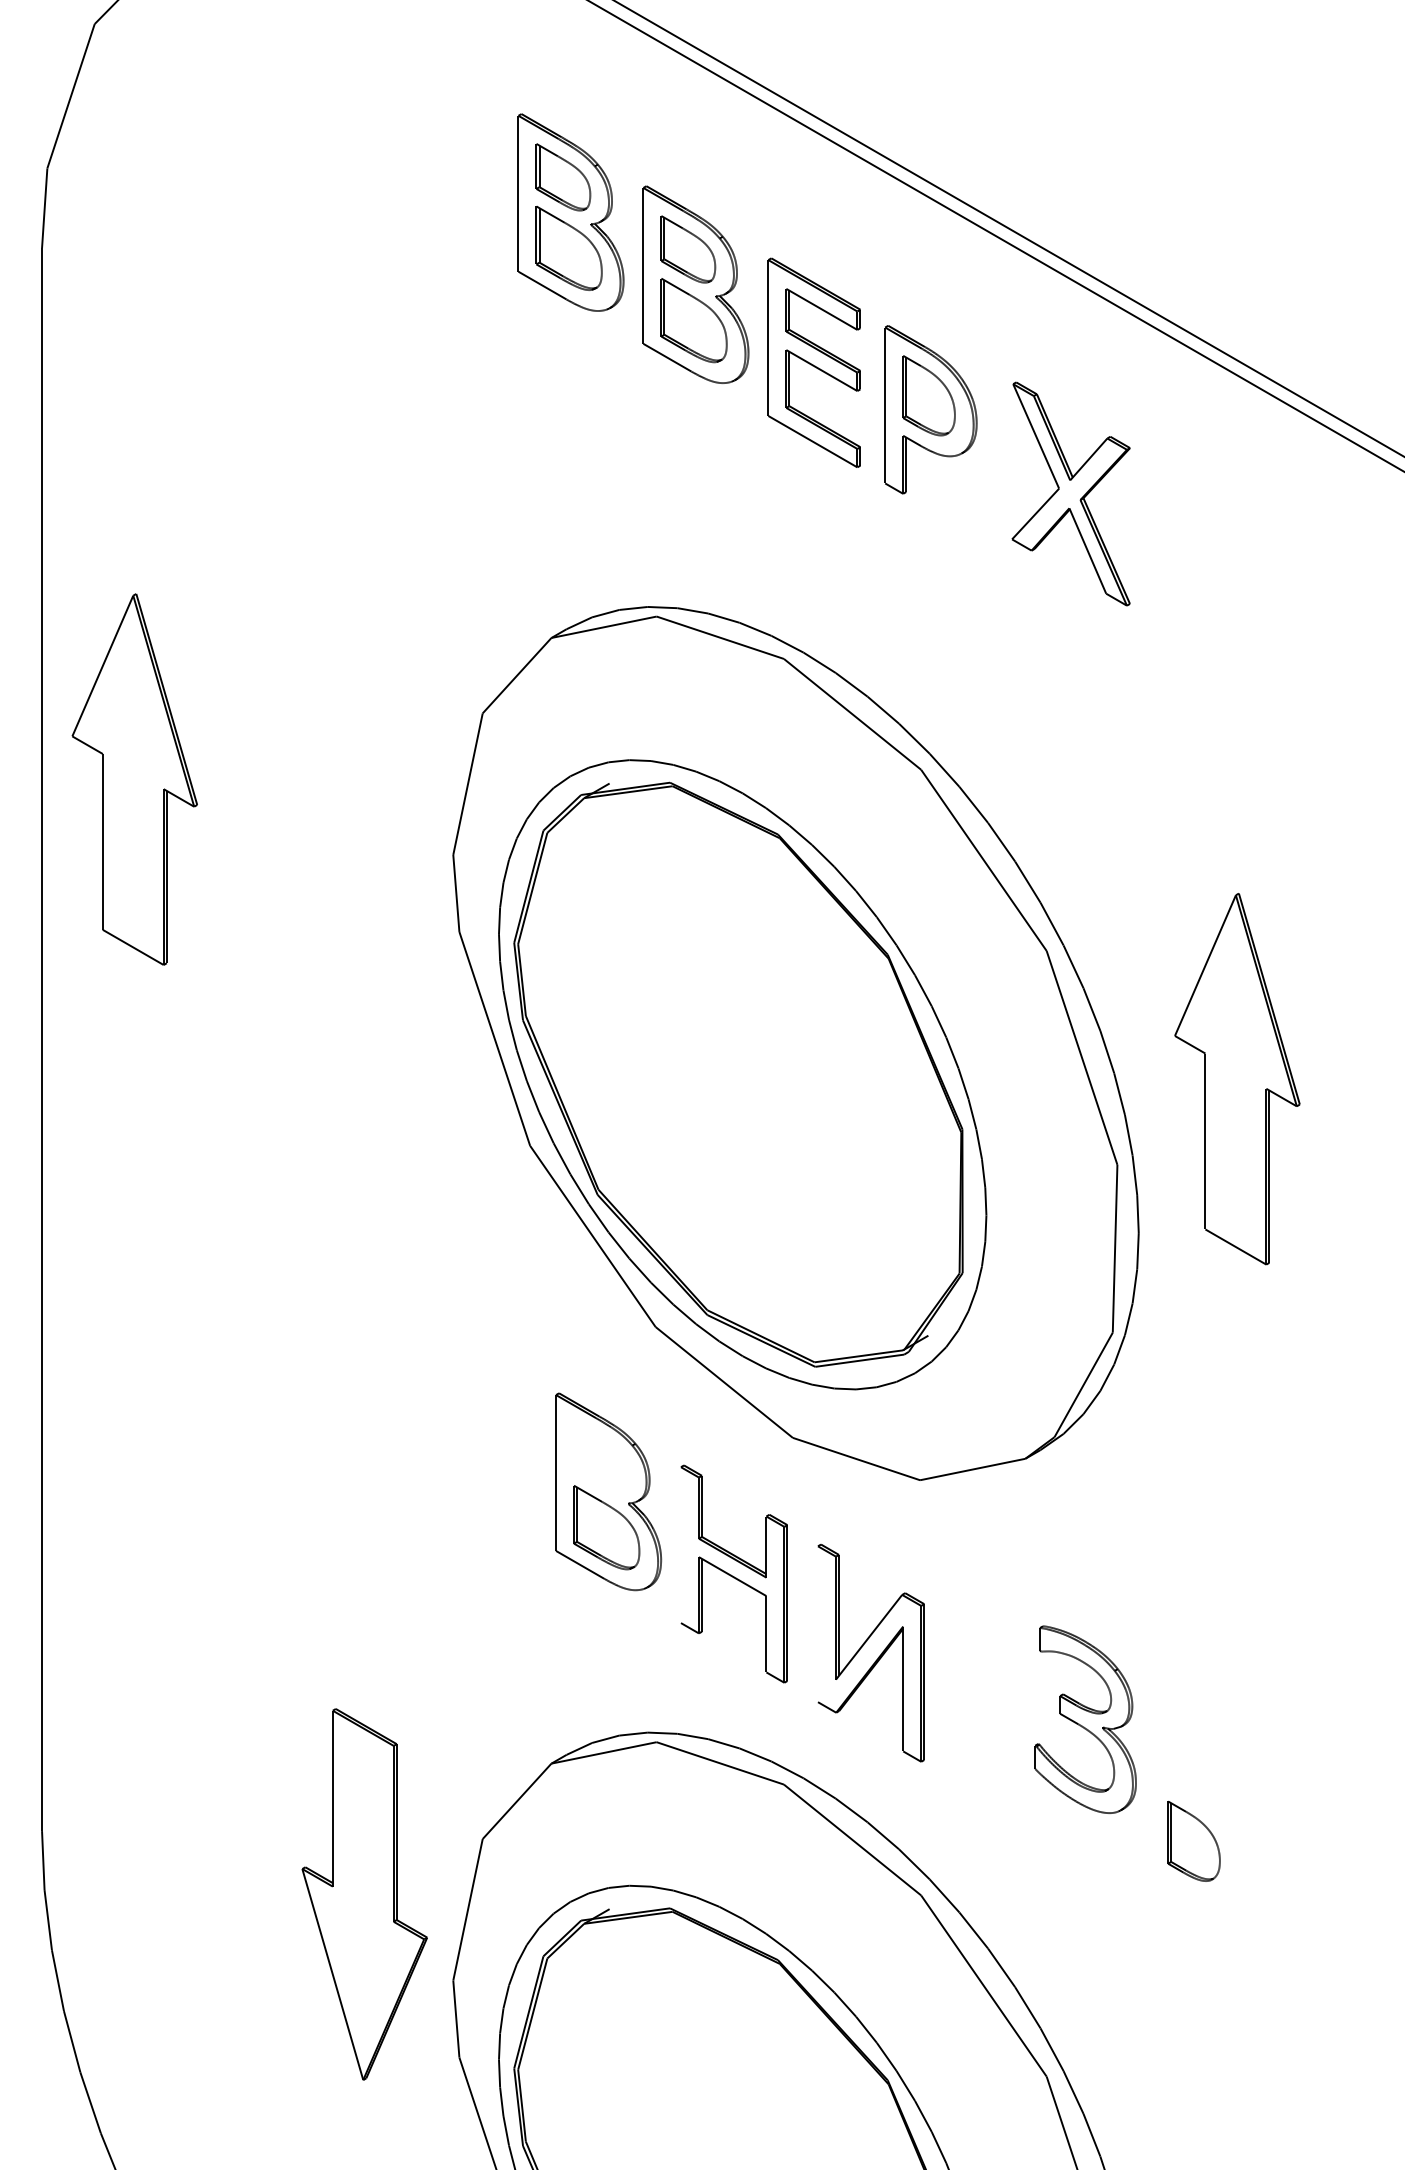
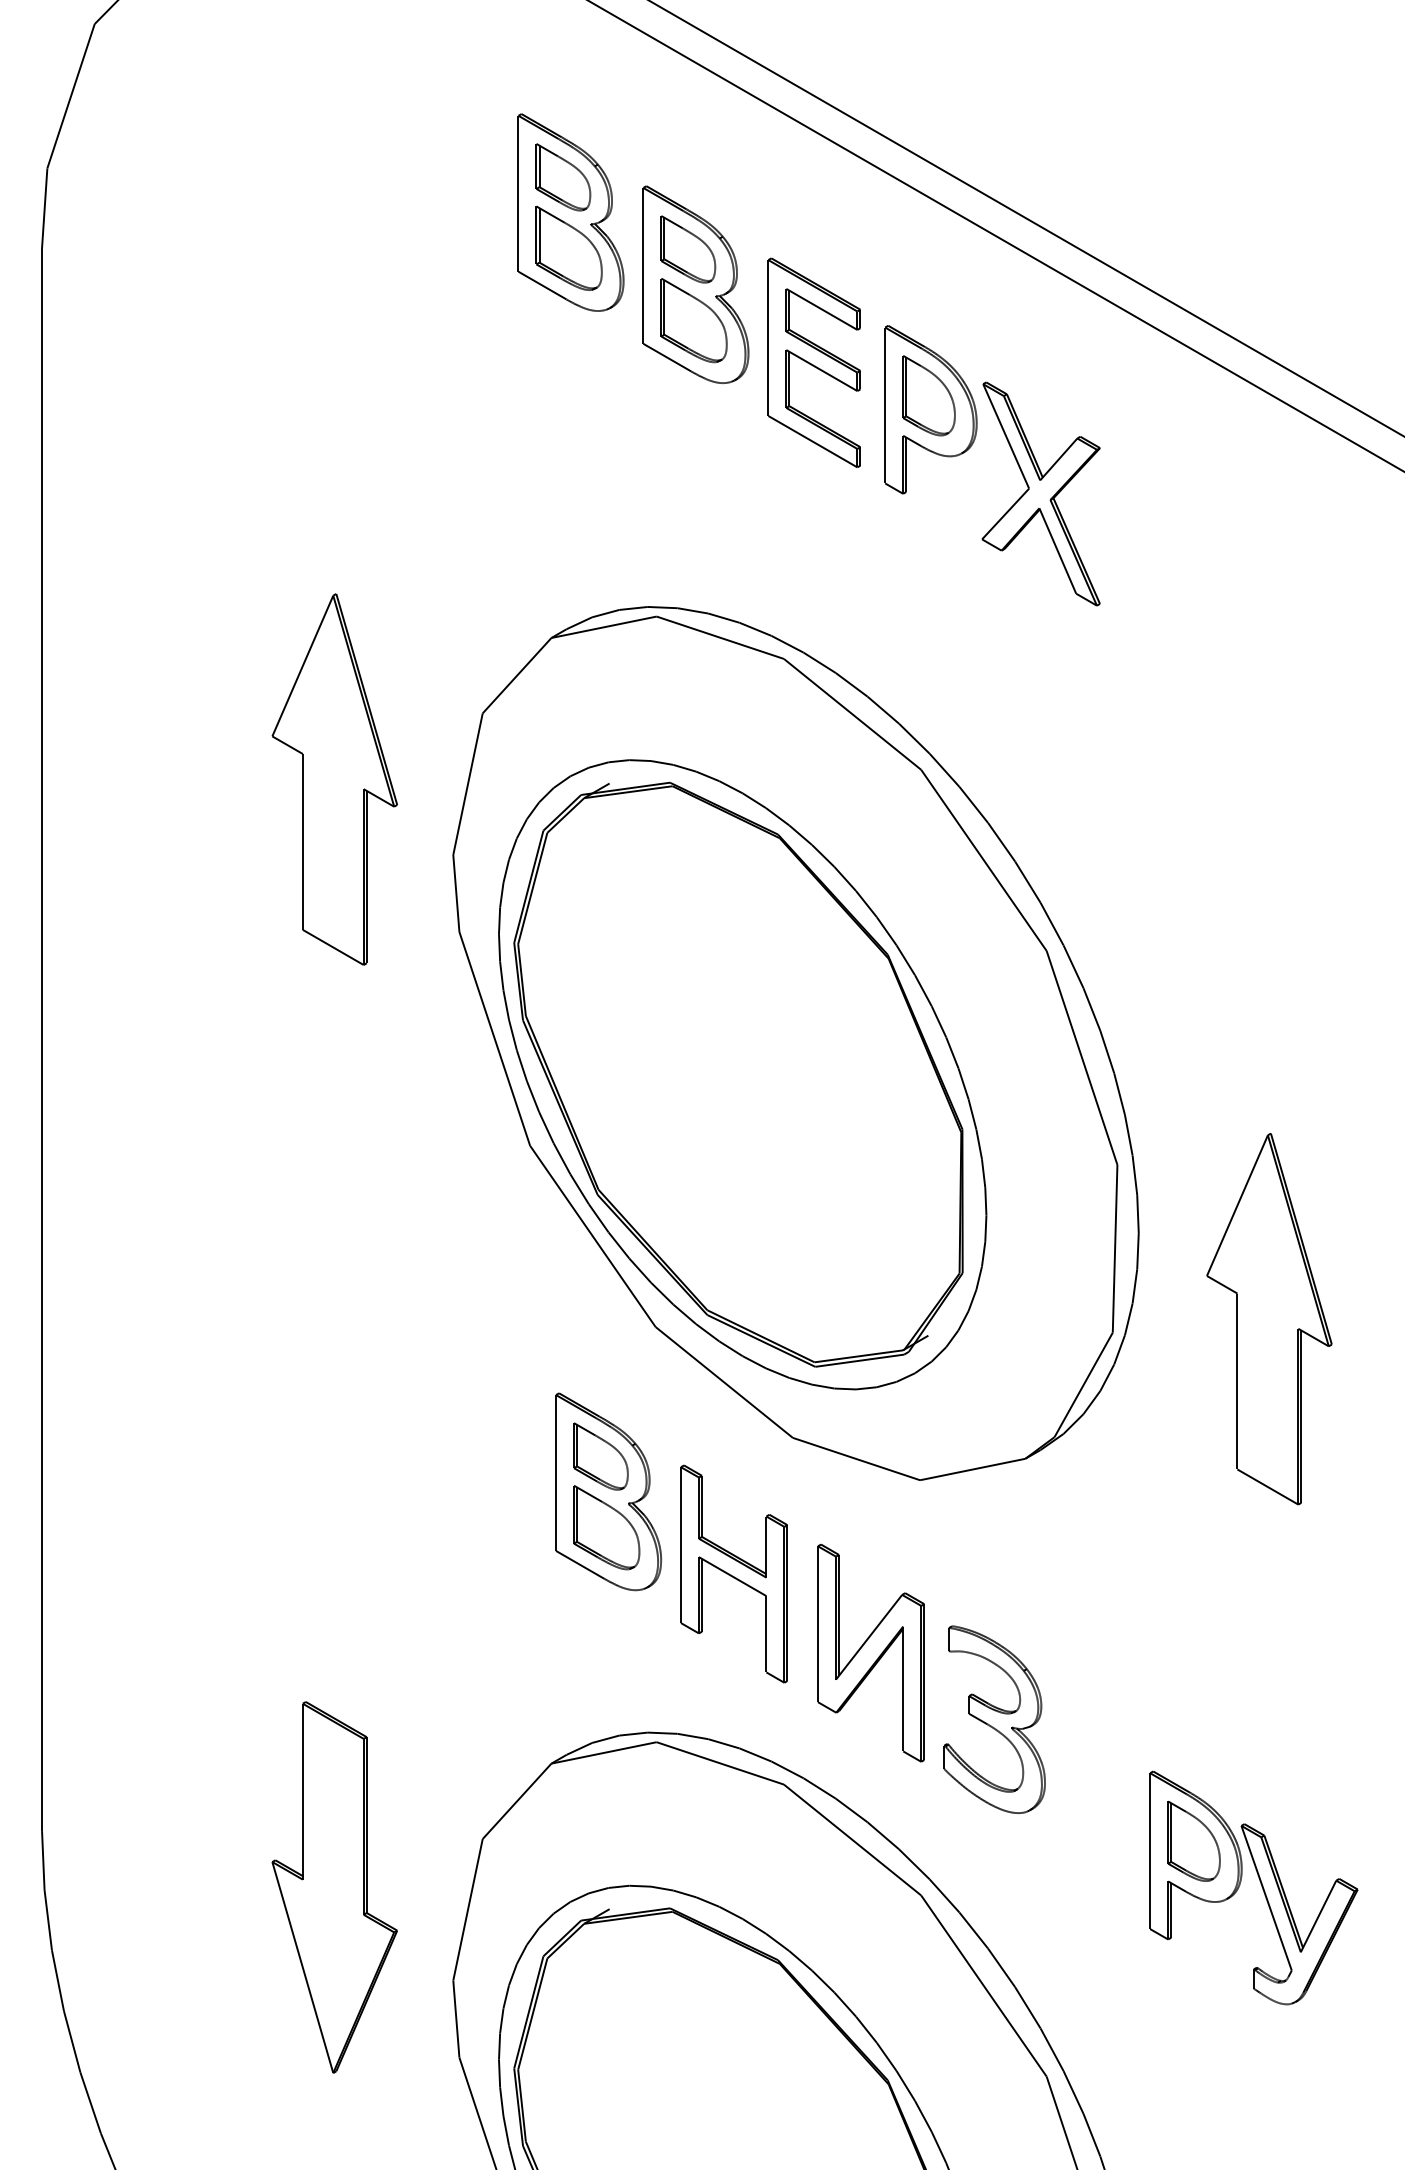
line at (1008, 228) position: (1008, 228) -> (1026, 218)
part at (1070, 493) position: (1070, 493) -> (1040, 493)
part at (134, 779) position: (134, 779) -> (334, 779)
part at (1237, 1079) position: (1237, 1079) -> (1269, 1319)
part at (600, 1456): none -> present
line at (680, 1545): none -> present
line at (818, 1624): none -> present
part at (1085, 1719) position: (1085, 1719) -> (994, 1719)
part at (1260, 1884): none -> present
part at (364, 1894) position: (364, 1894) -> (334, 1887)
